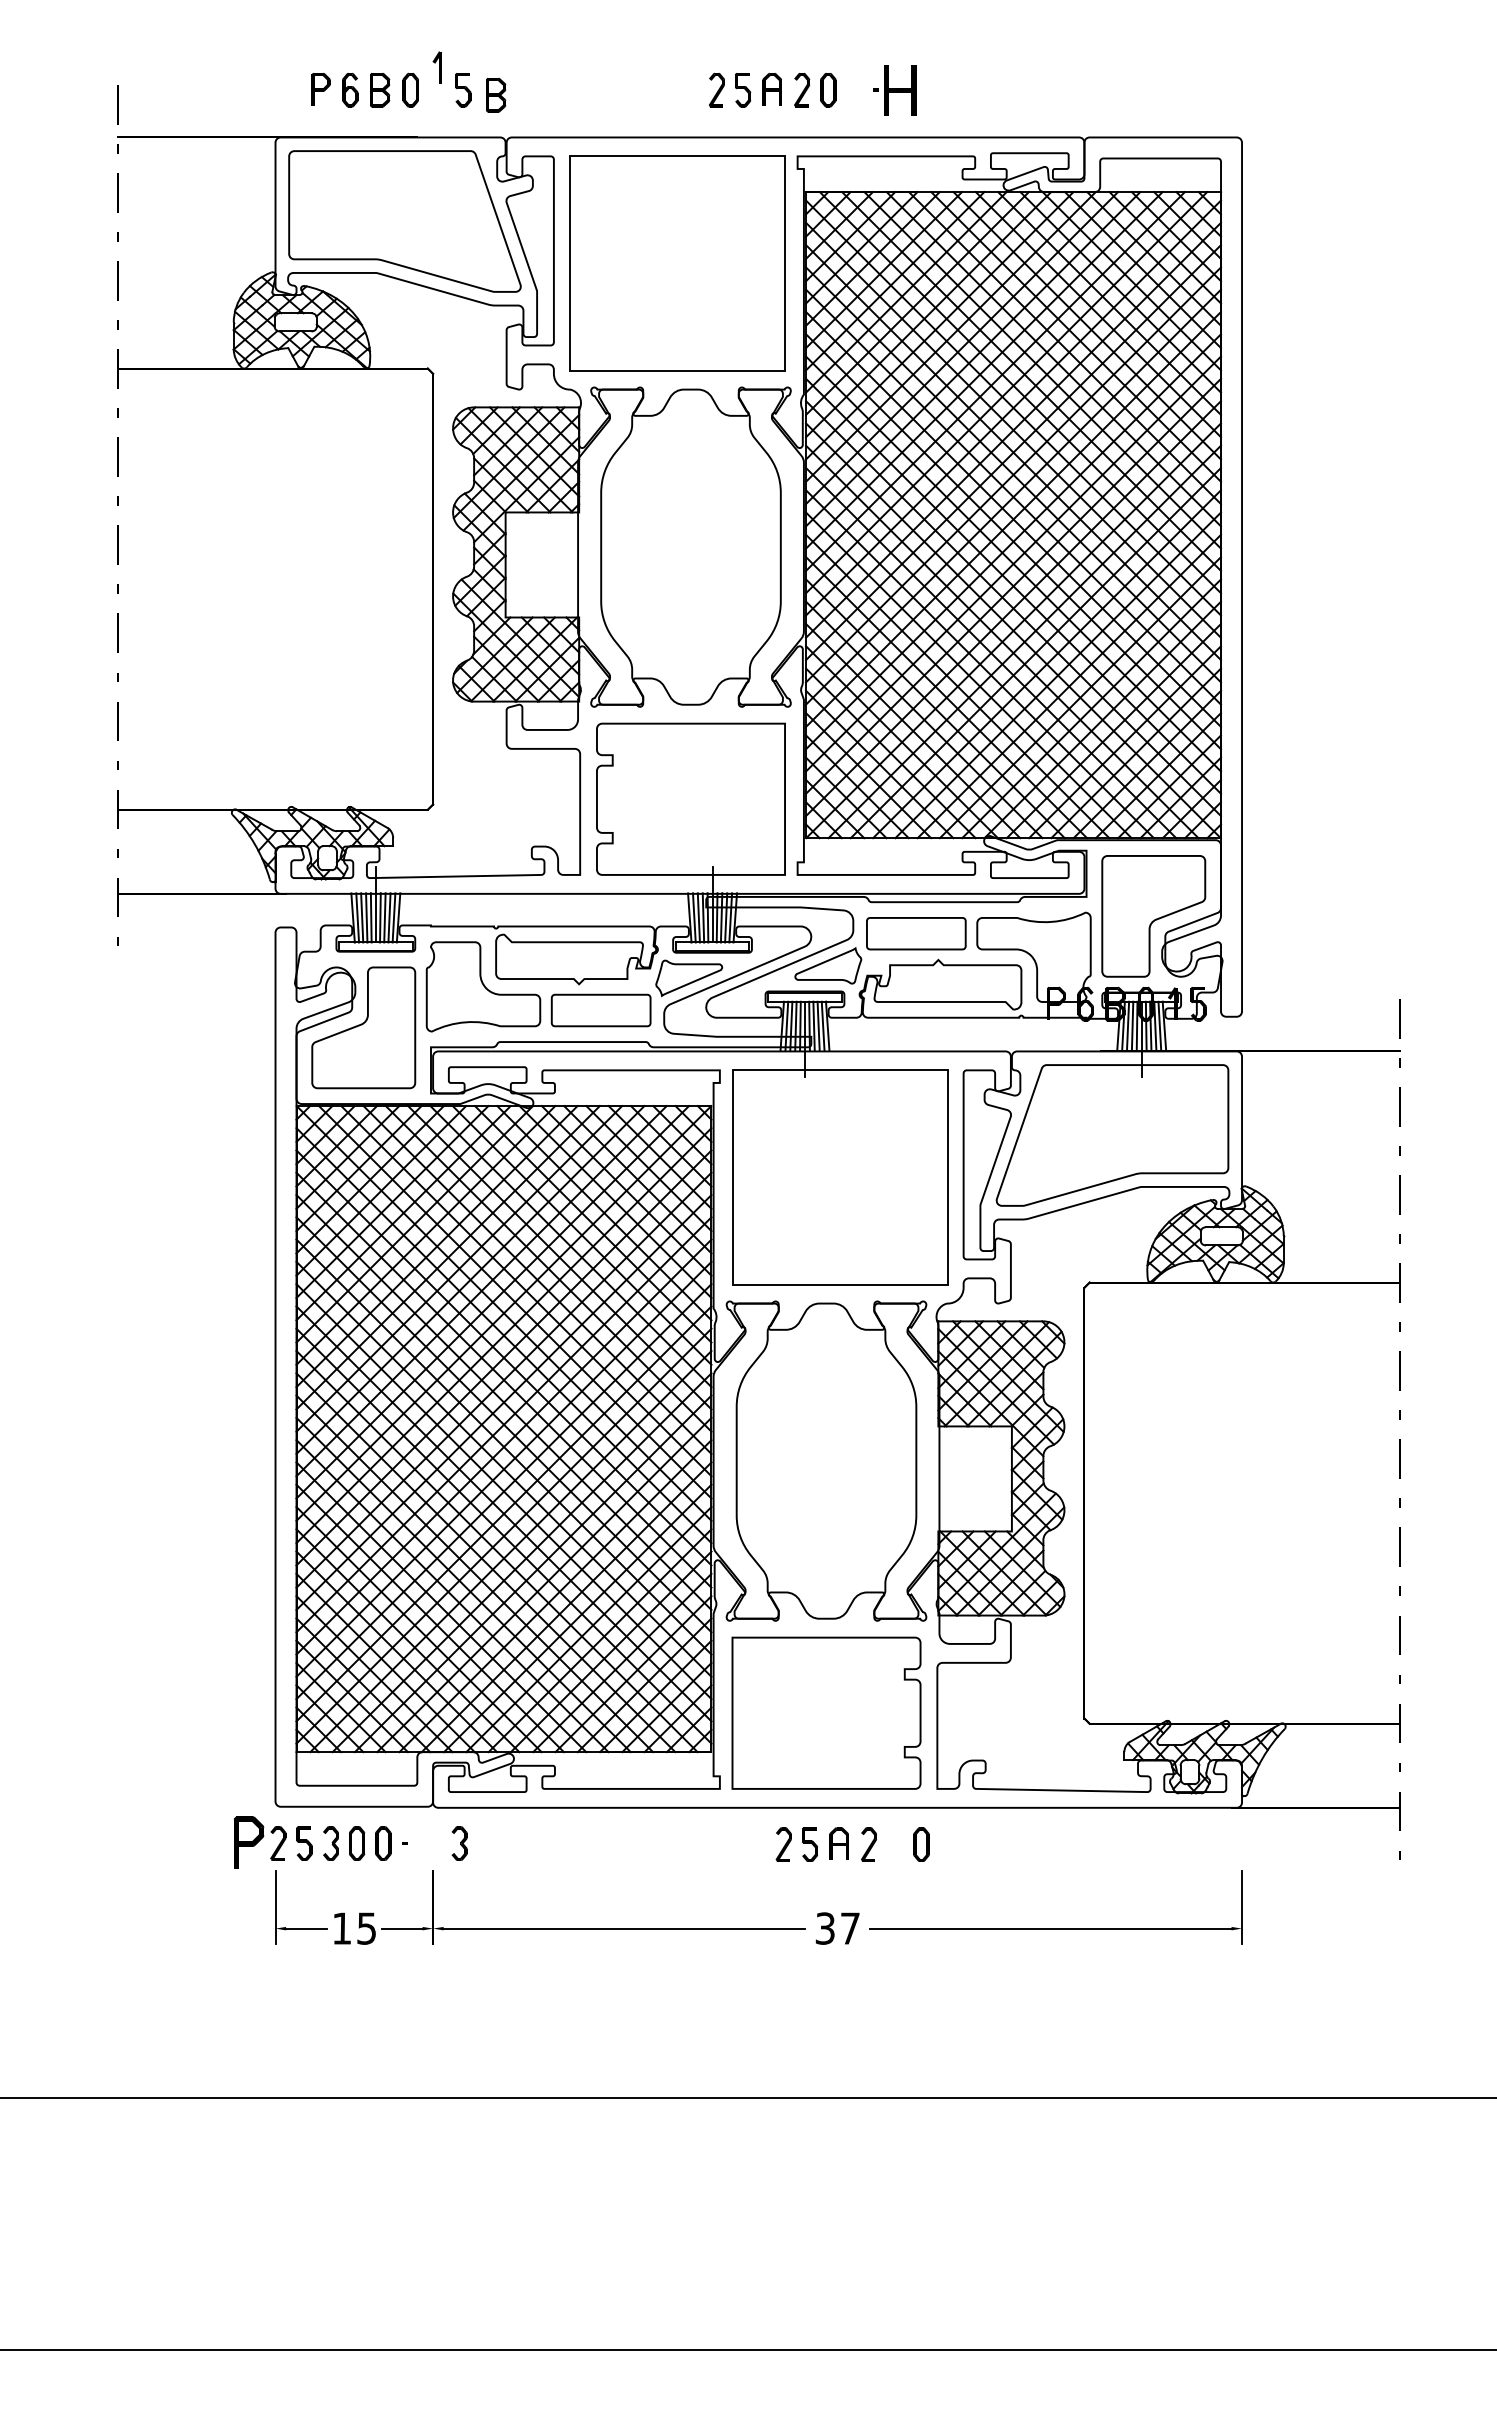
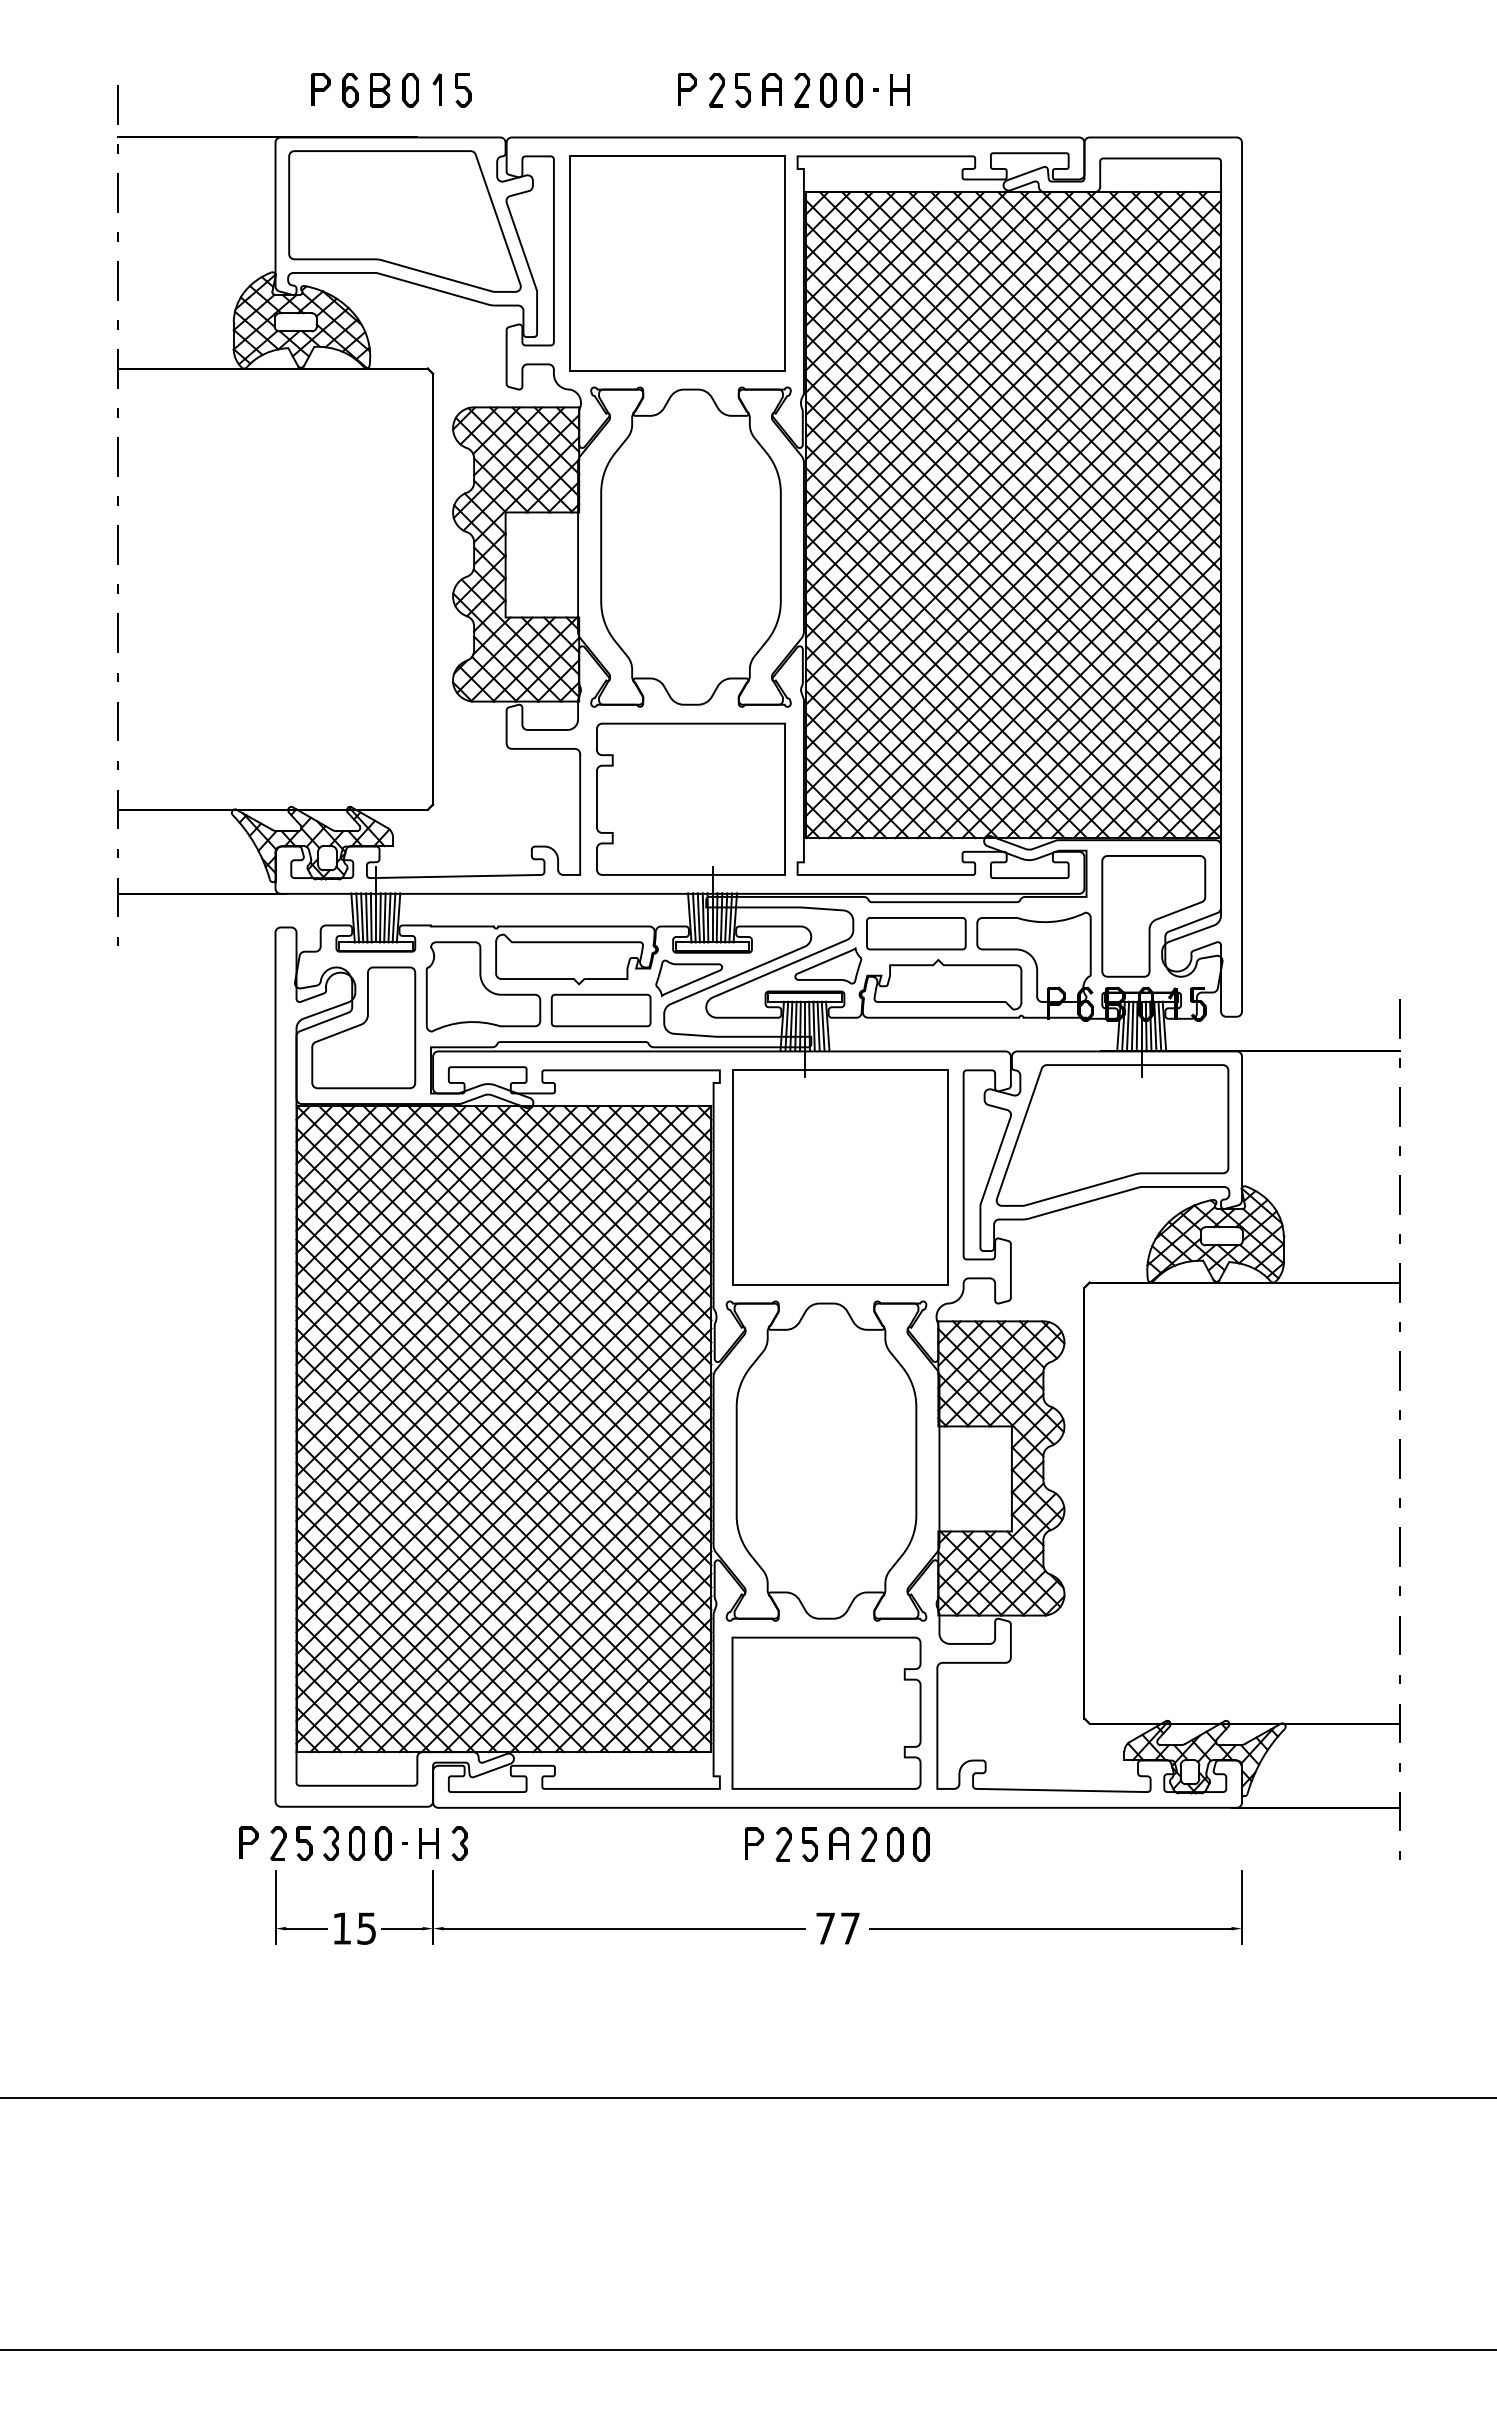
part at (436, 67) position: (436, 67) -> (436, 89)
part at (687, 88): none -> present
part at (854, 89): none -> present
part at (900, 90) size: 33x51 px -> 20x32 px
part at (496, 95): present -> none
part at (249, 1842) size: 31x53 px -> 20x33 px
part at (428, 1843): none -> present
part at (754, 1843): none -> present
part at (895, 1844): none -> present
text at (824, 1928): 37 -> 77
